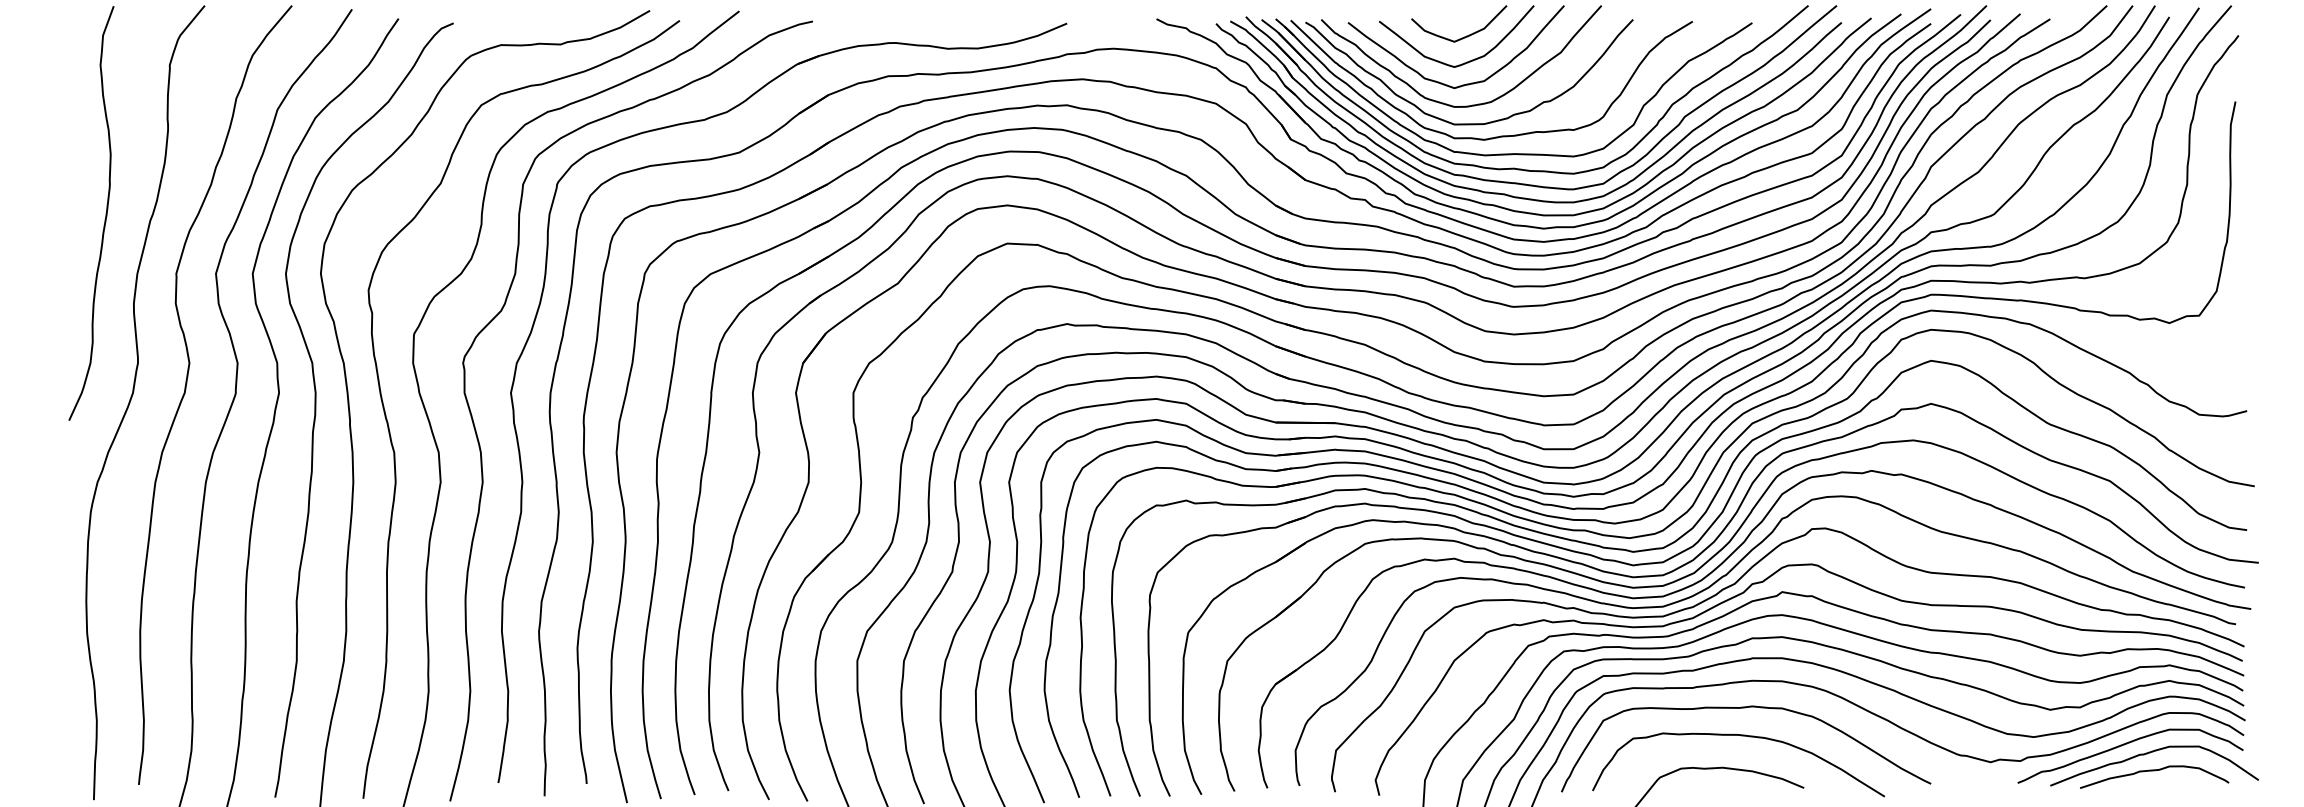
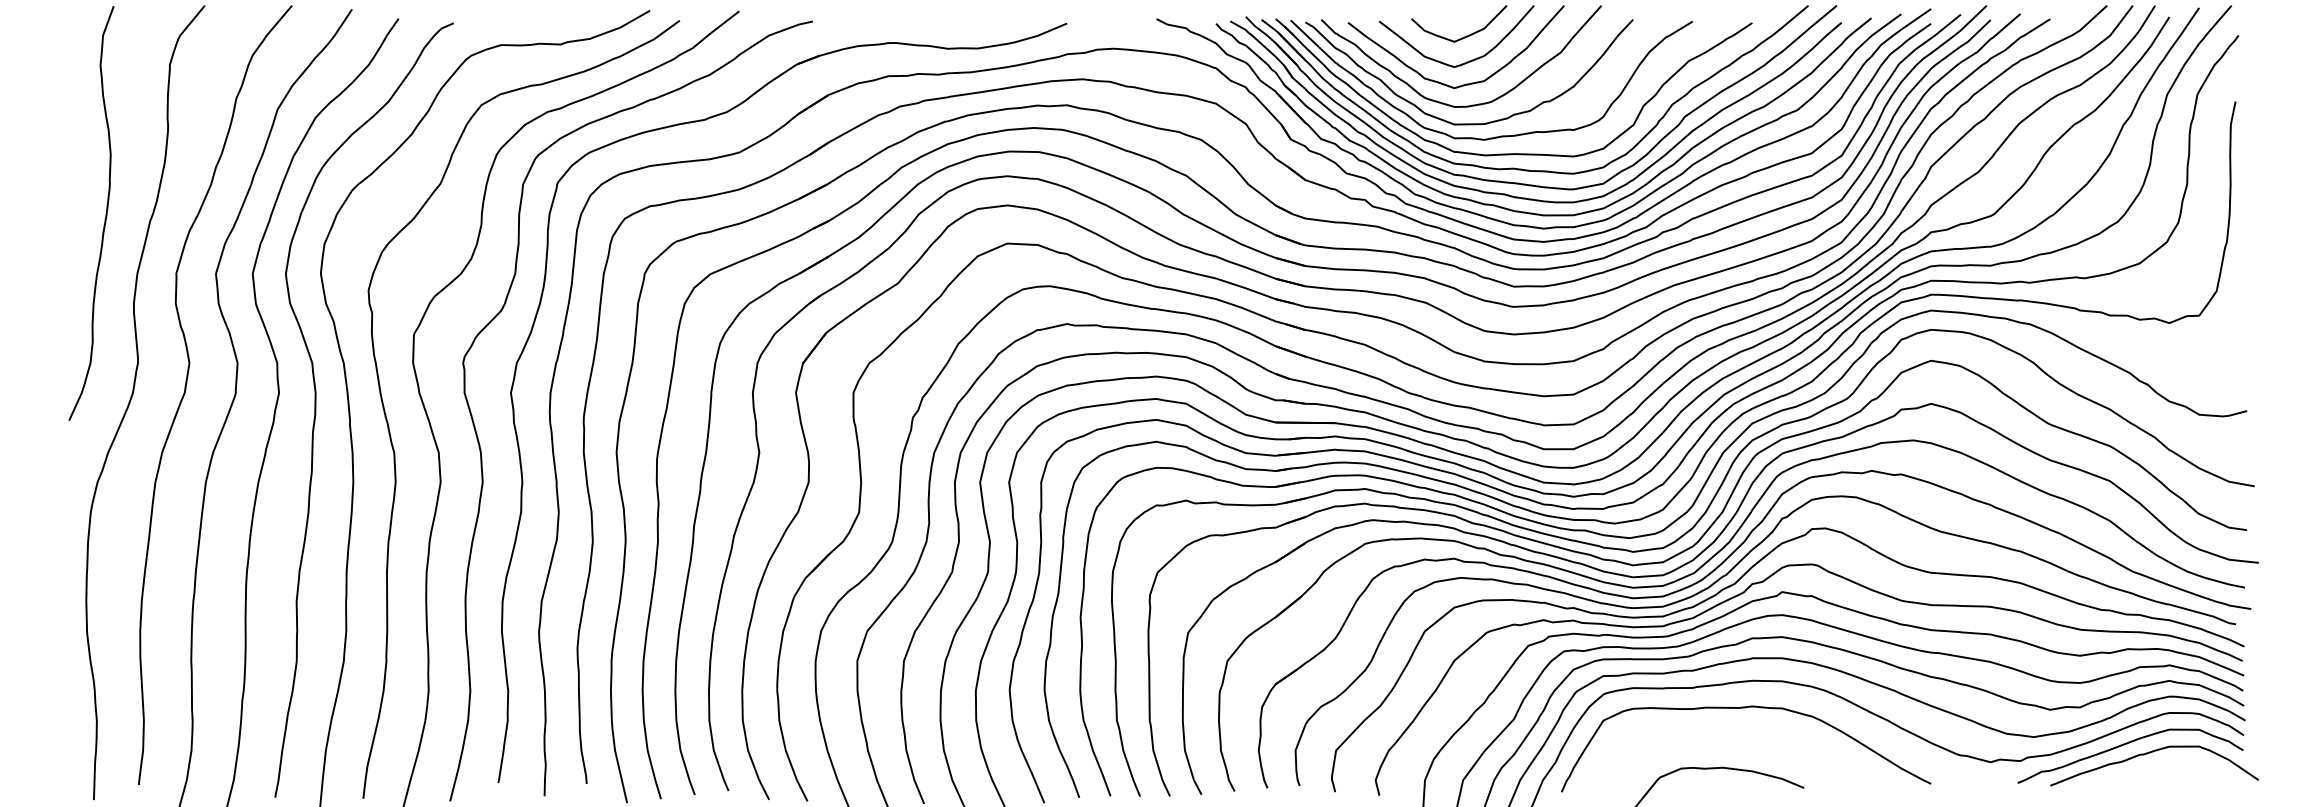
curve at (1740, 736): present -> none
curve at (2154, 771): present -> none
